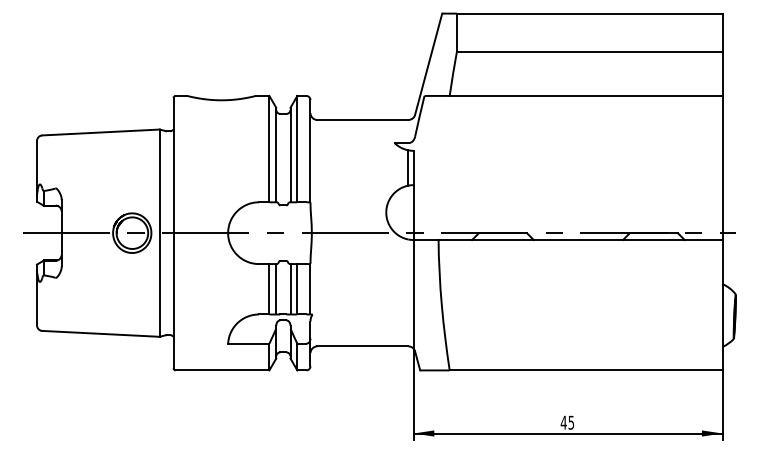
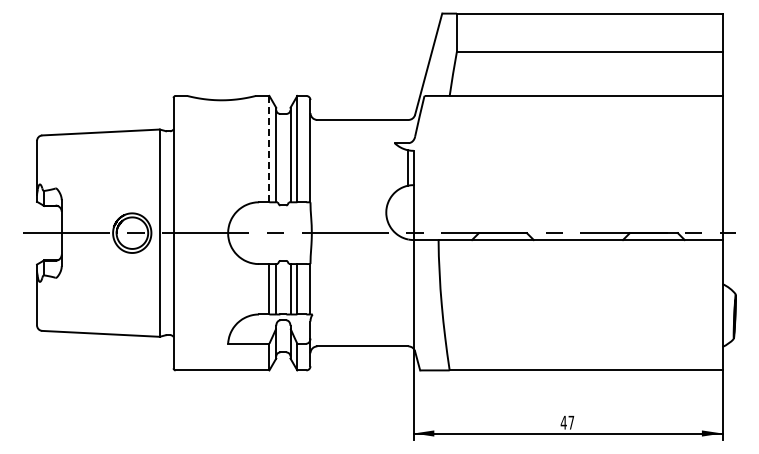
line at (269, 148): solid -> dashed
text at (571, 422): 45 -> 47
